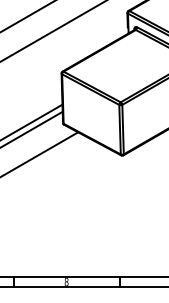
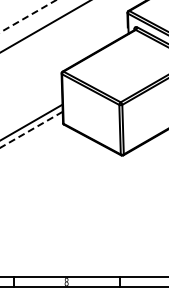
line at (28, 16): solid -> dashed
line at (53, 31) position: (53, 31) -> (44, 26)
line at (31, 129): solid -> dashed
line at (40, 153): present -> none
